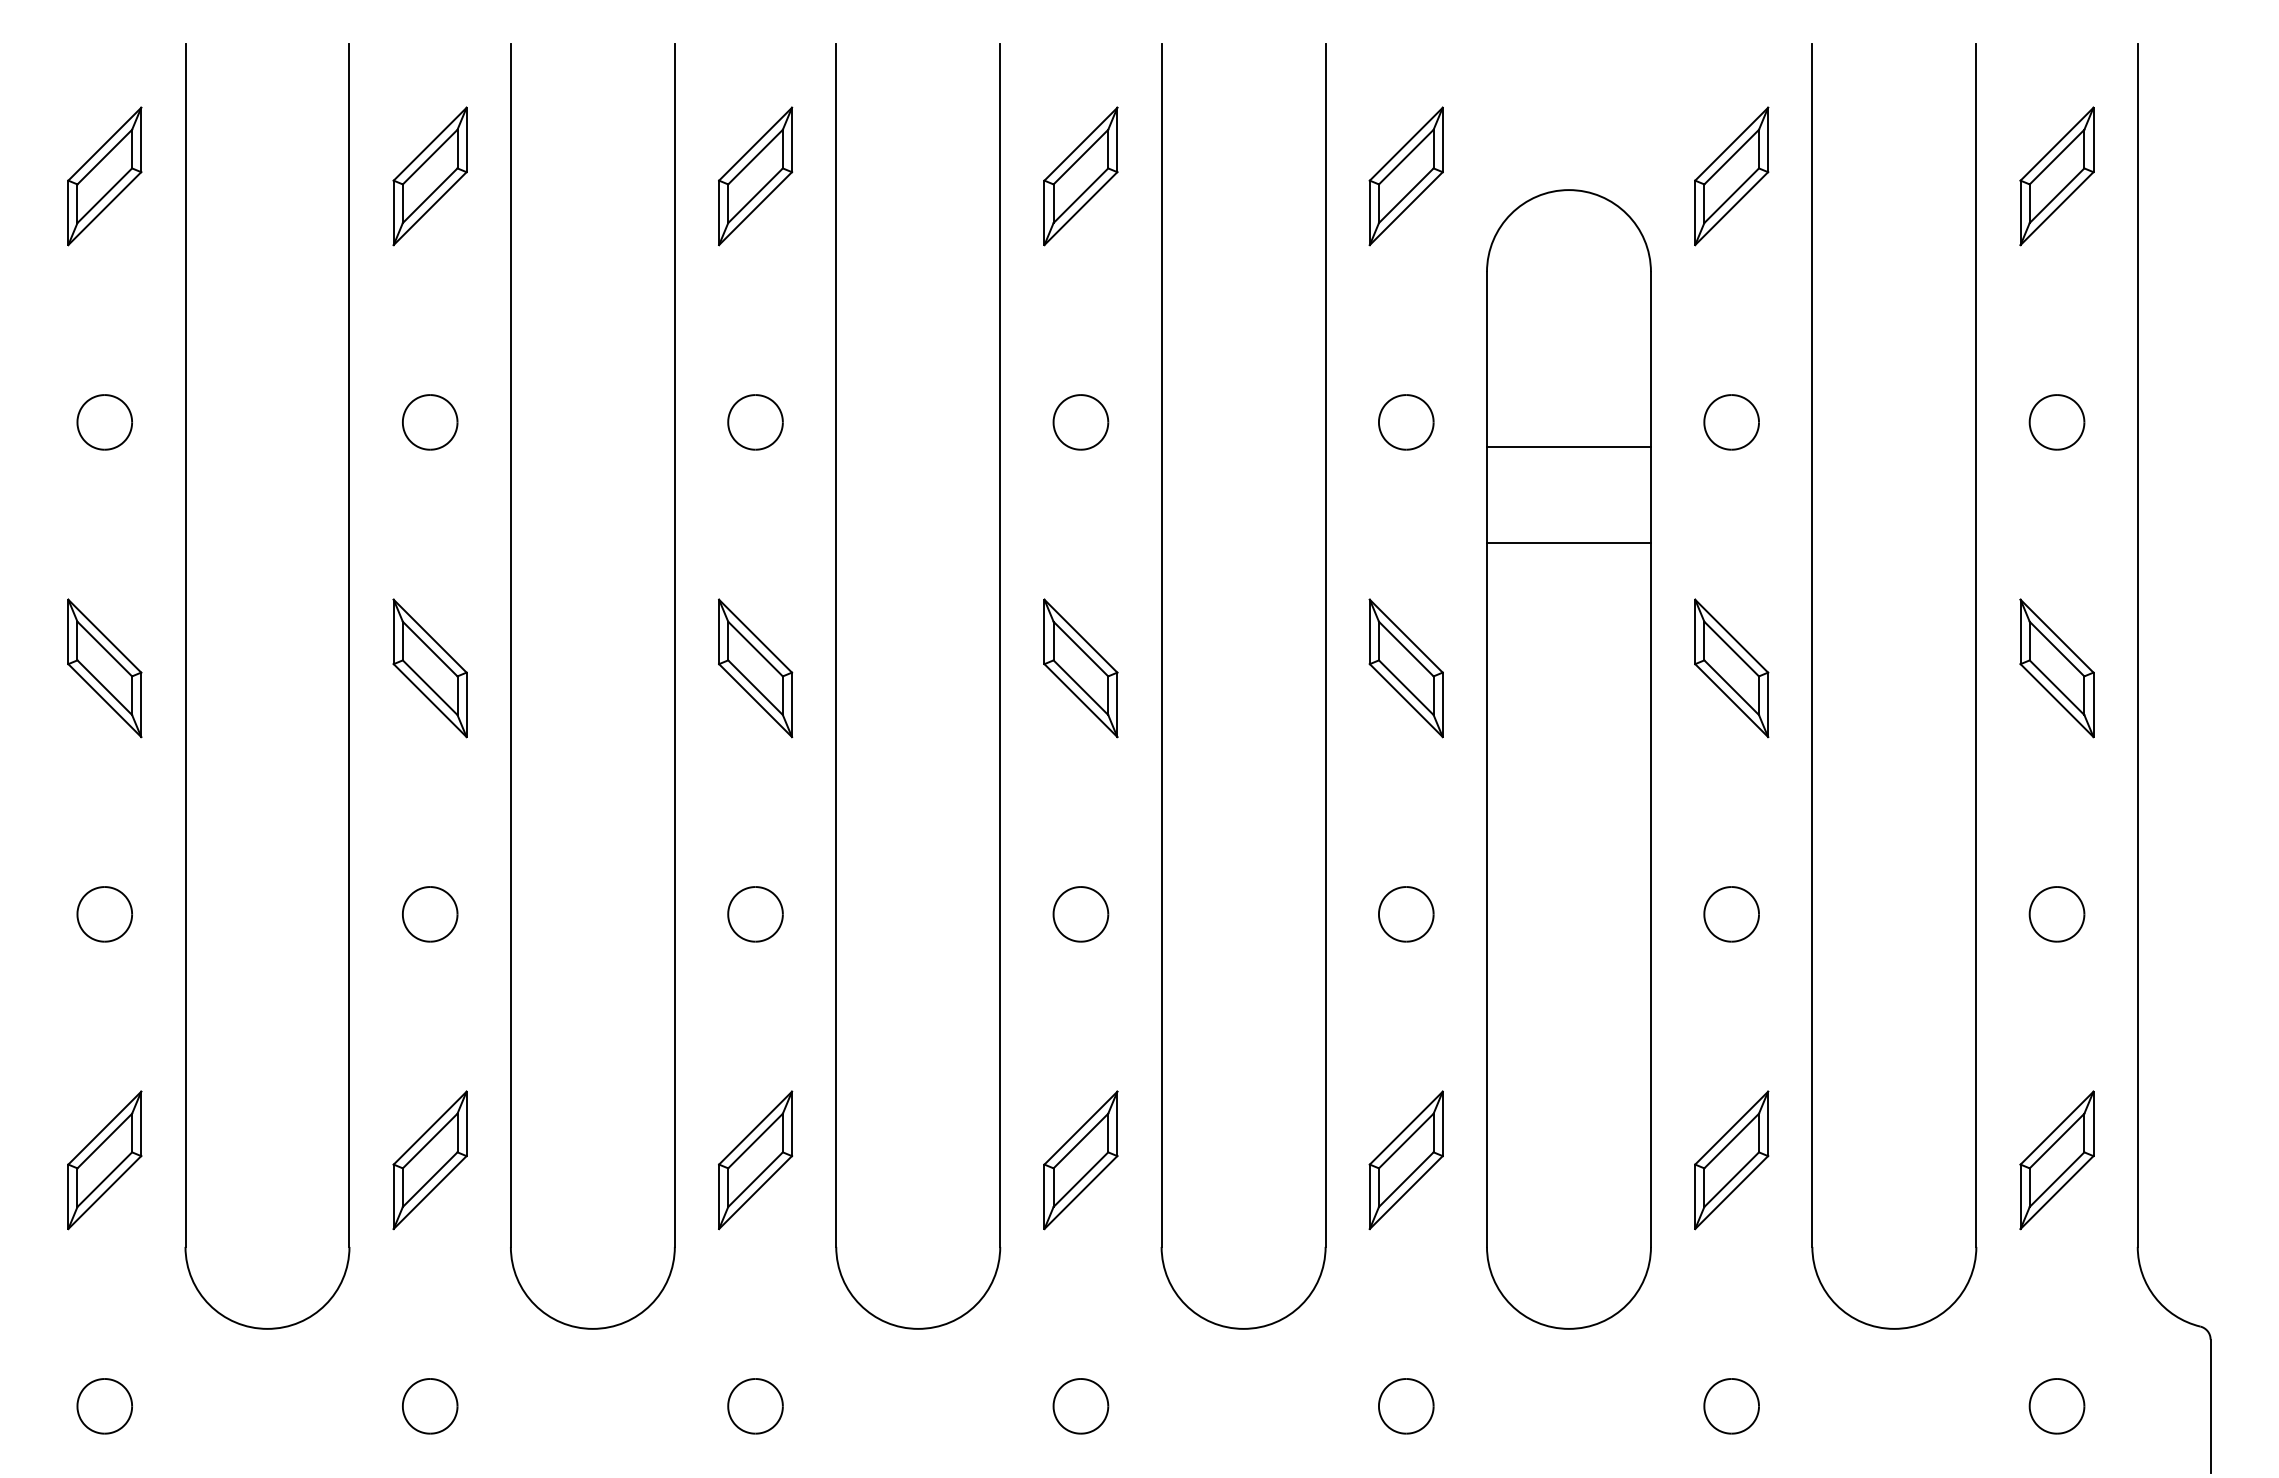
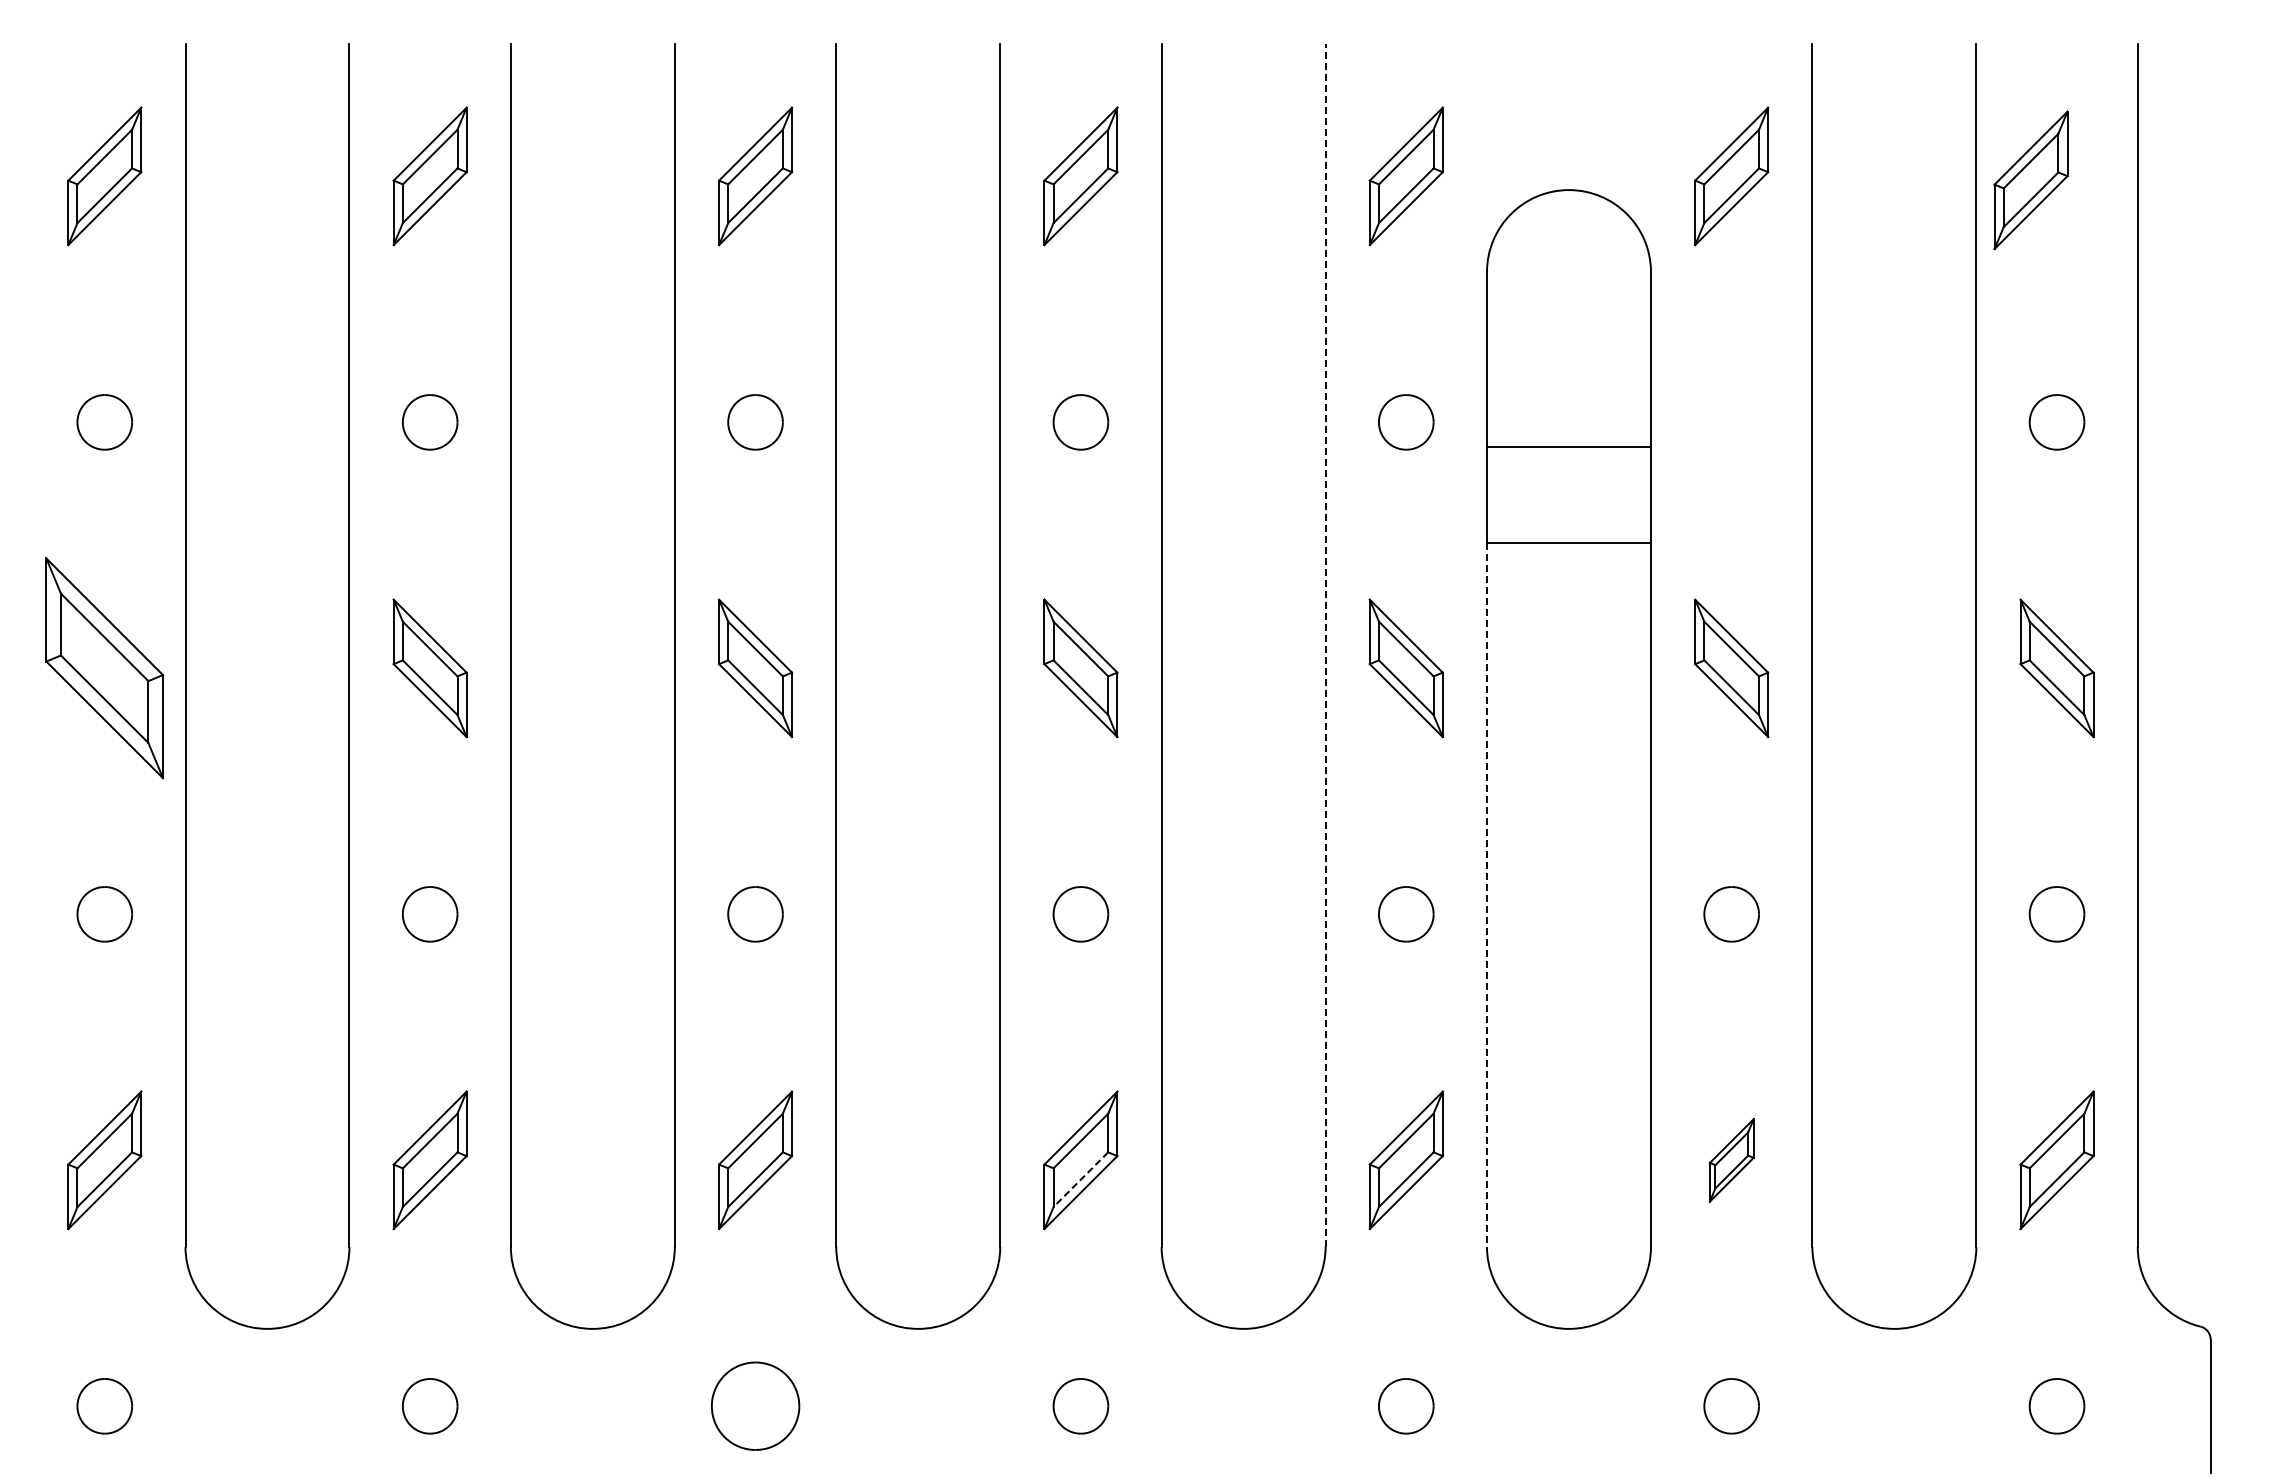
part at (2056, 176) position: (2056, 176) -> (2030, 180)
part at (1731, 422): present -> none
line at (1325, 645): solid -> dashed
part at (104, 668) size: 76x141 px -> 120x223 px
line at (1486, 895): solid -> dashed
part at (1731, 1160) size: 76x141 px -> 47x85 px
line at (1080, 1179): solid -> dashed
part at (755, 1406) size: 57x57 px -> 90x90 px
